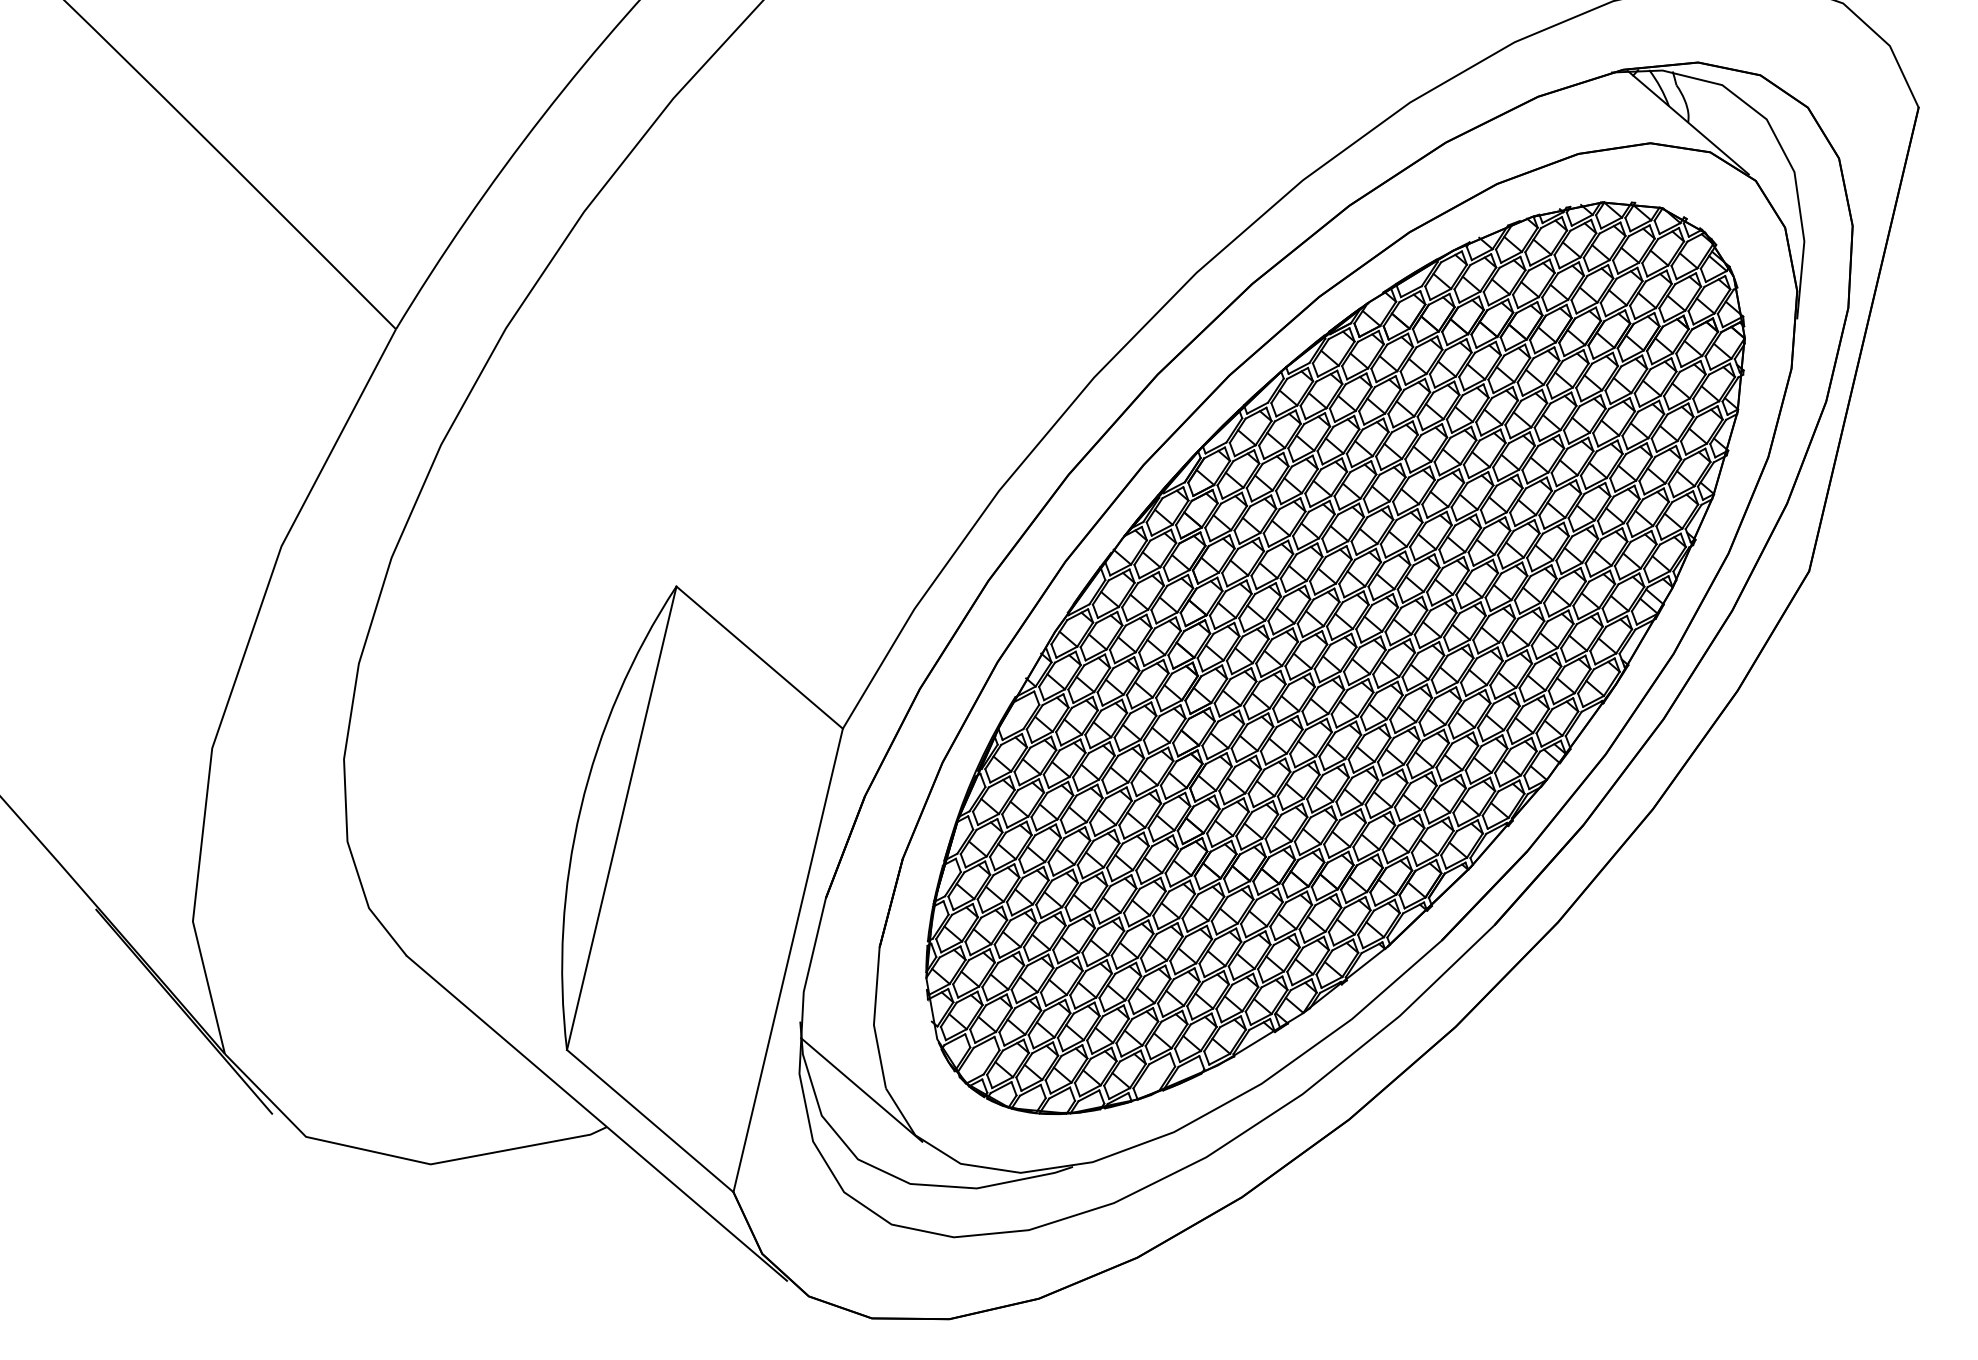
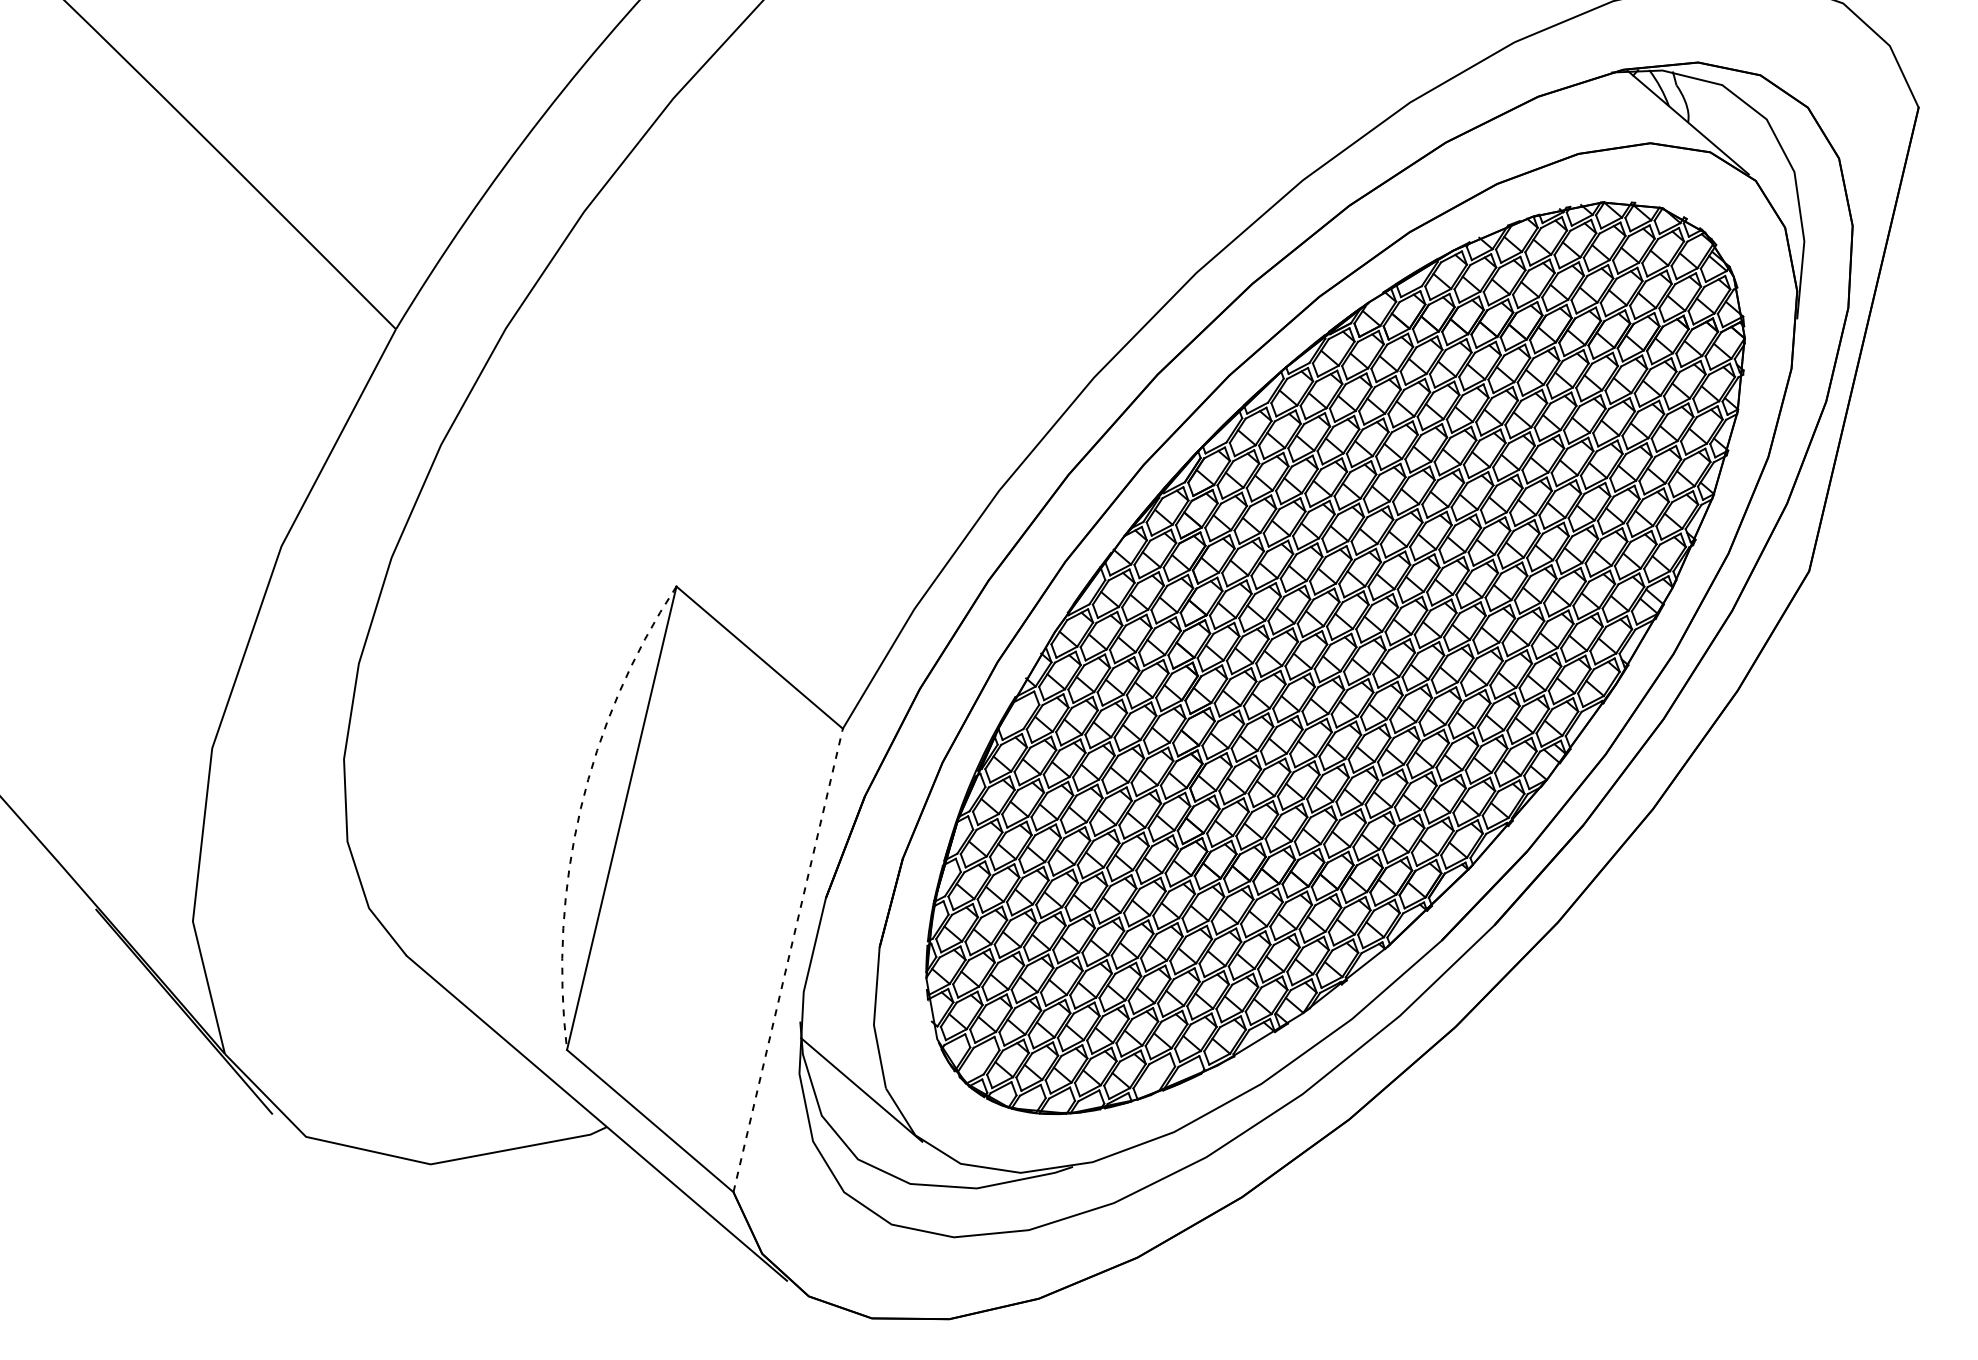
arc at (580, 808): solid -> dashed
line at (788, 959): solid -> dashed
